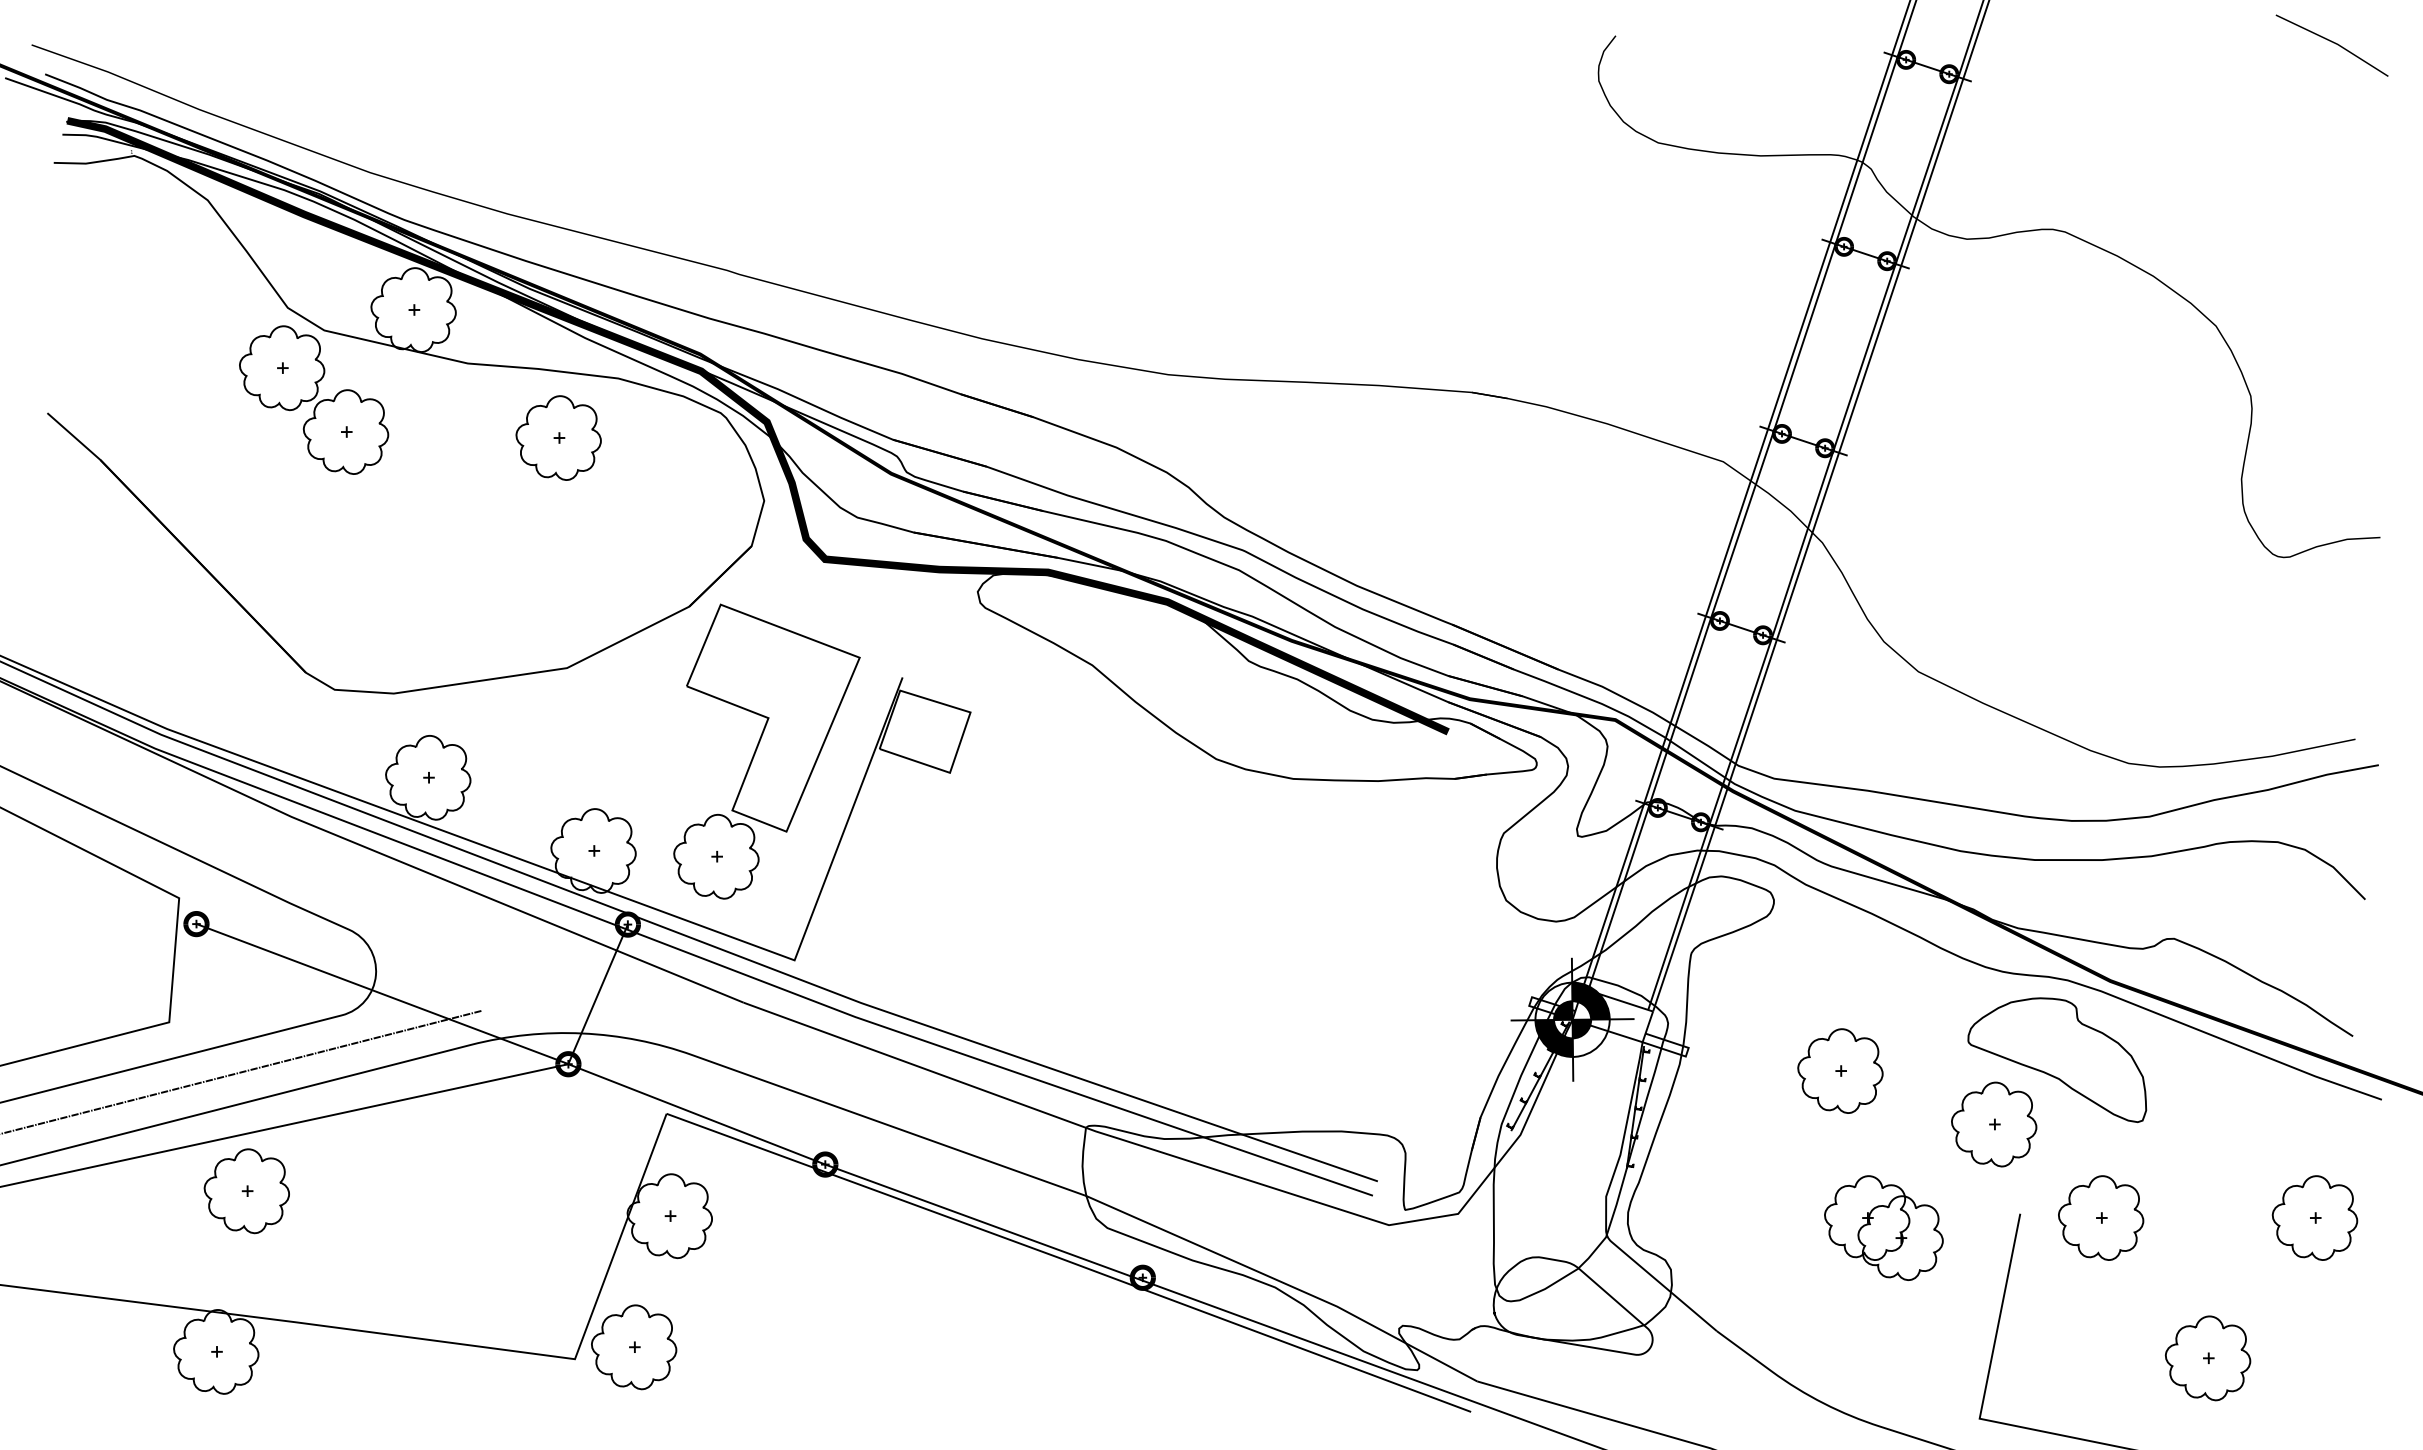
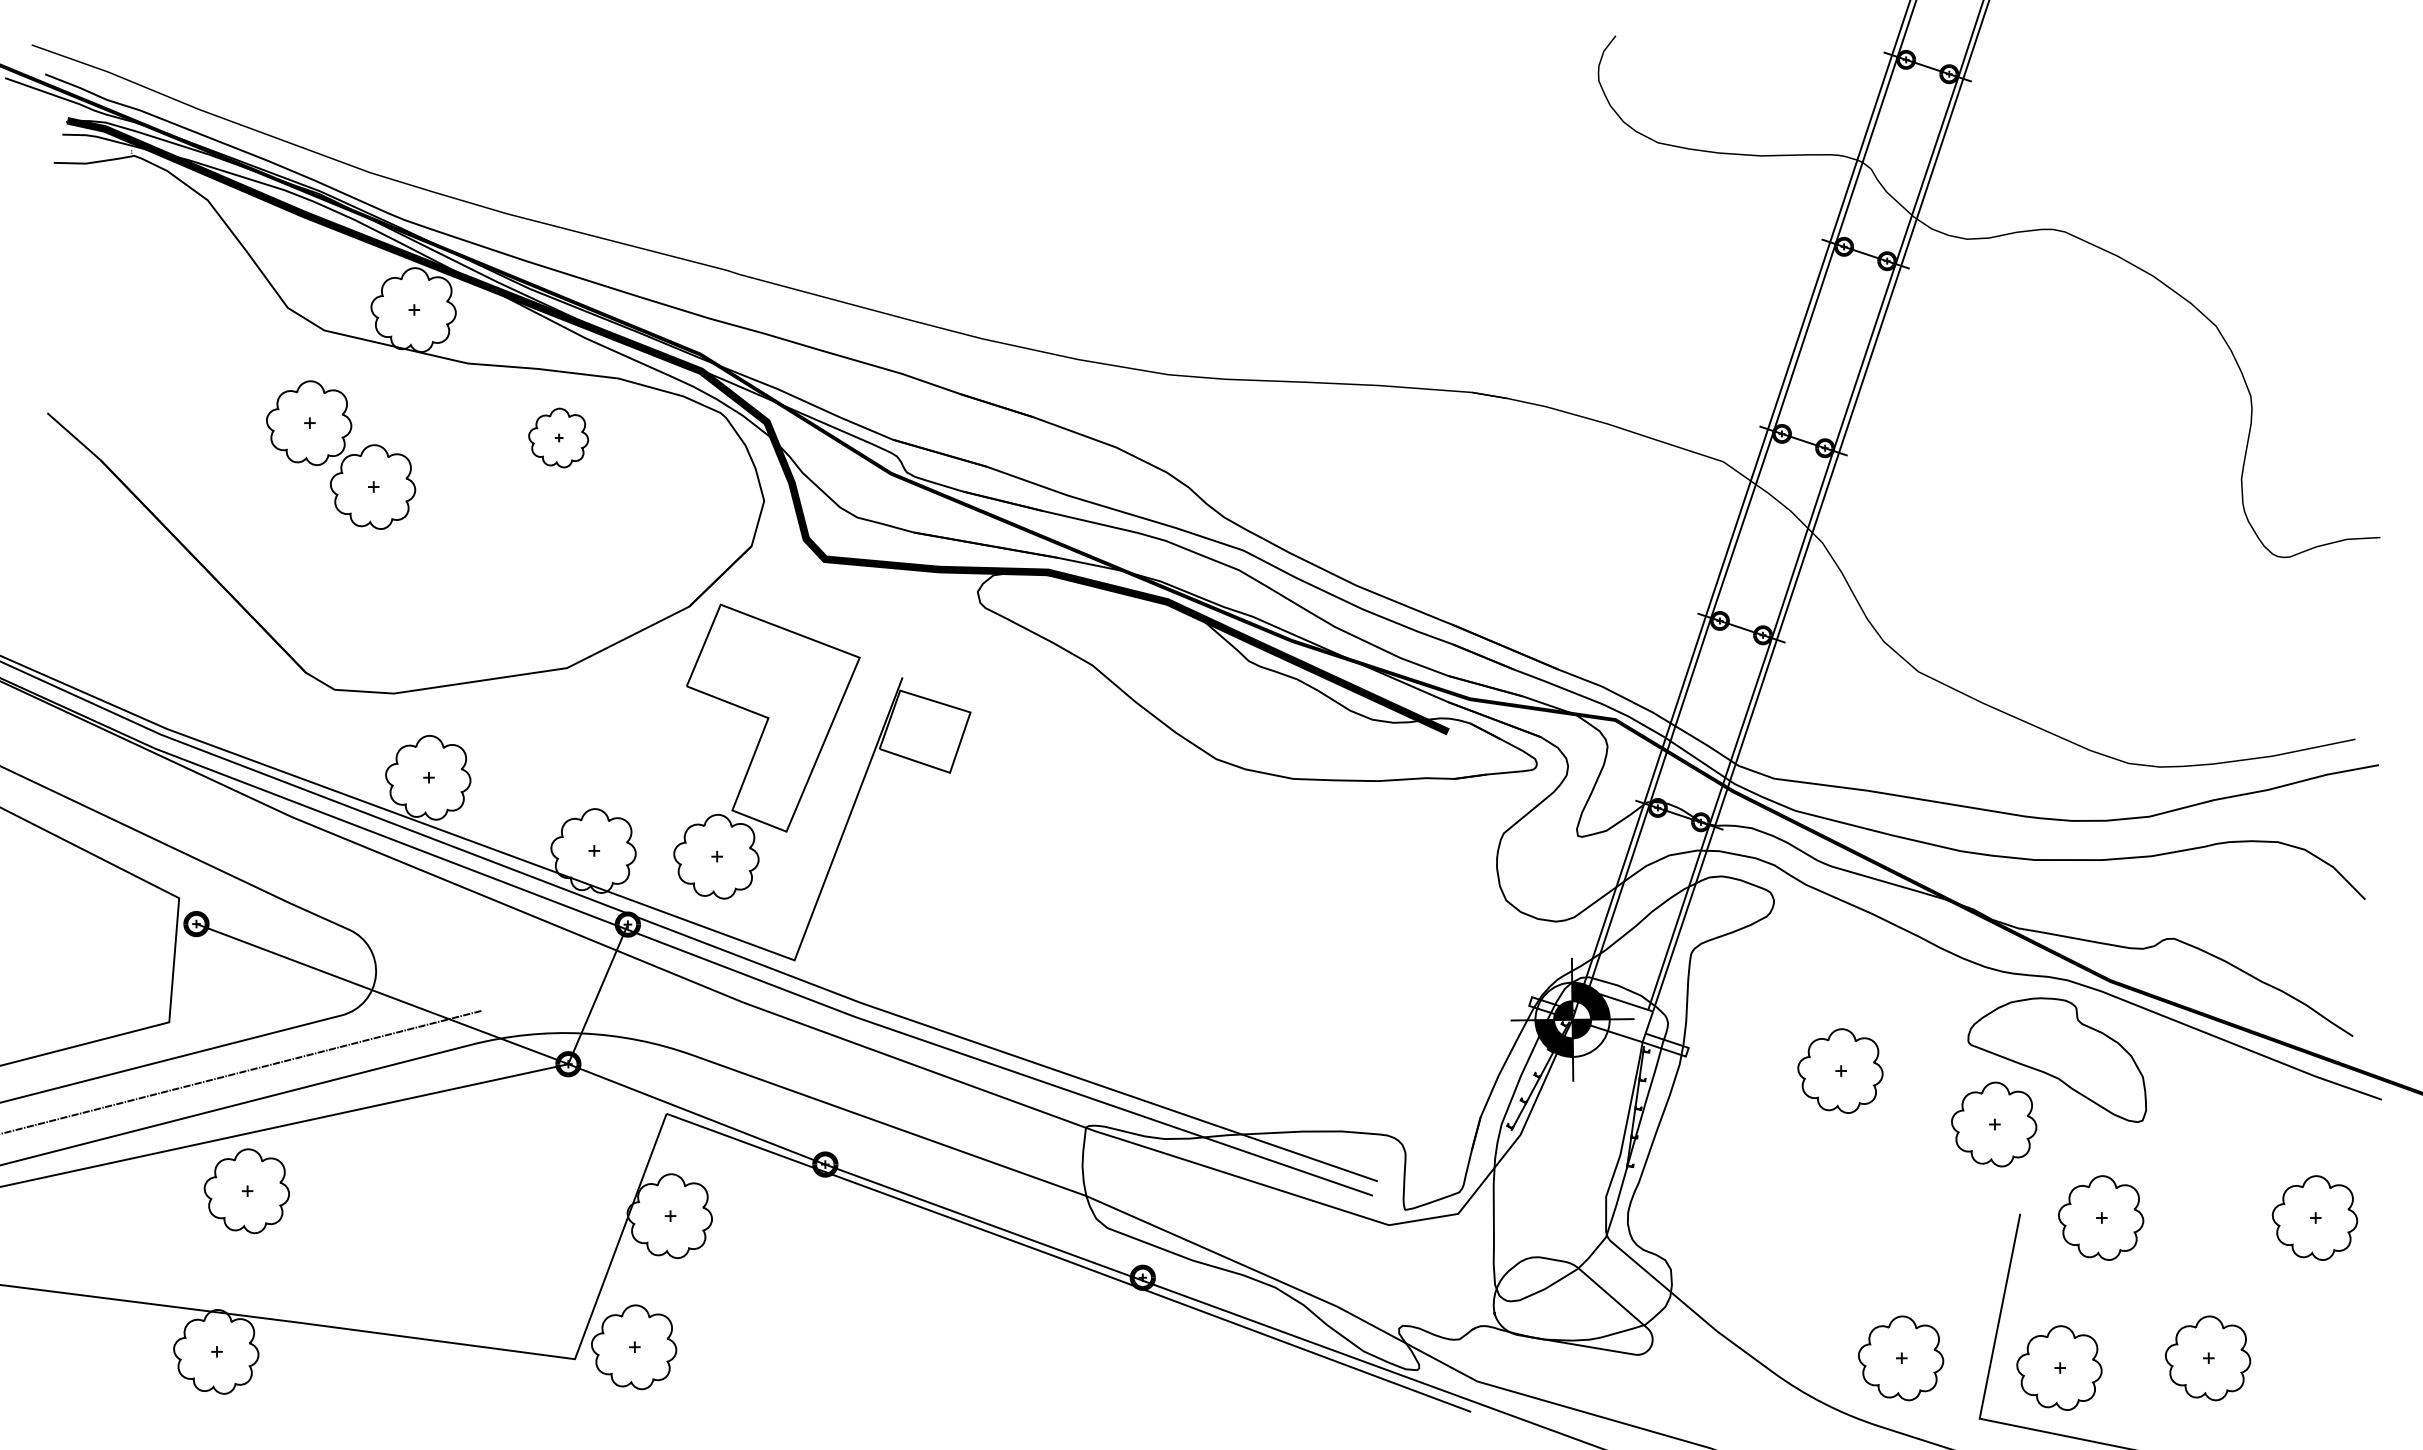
line at (2333, 43): present -> none
part at (314, 399) position: (314, 399) -> (341, 454)
part at (558, 437) size: 87x86 px -> 62x62 px
part at (1883, 1227): present -> none
part at (1900, 1358): none -> present
part at (2059, 1367): none -> present
